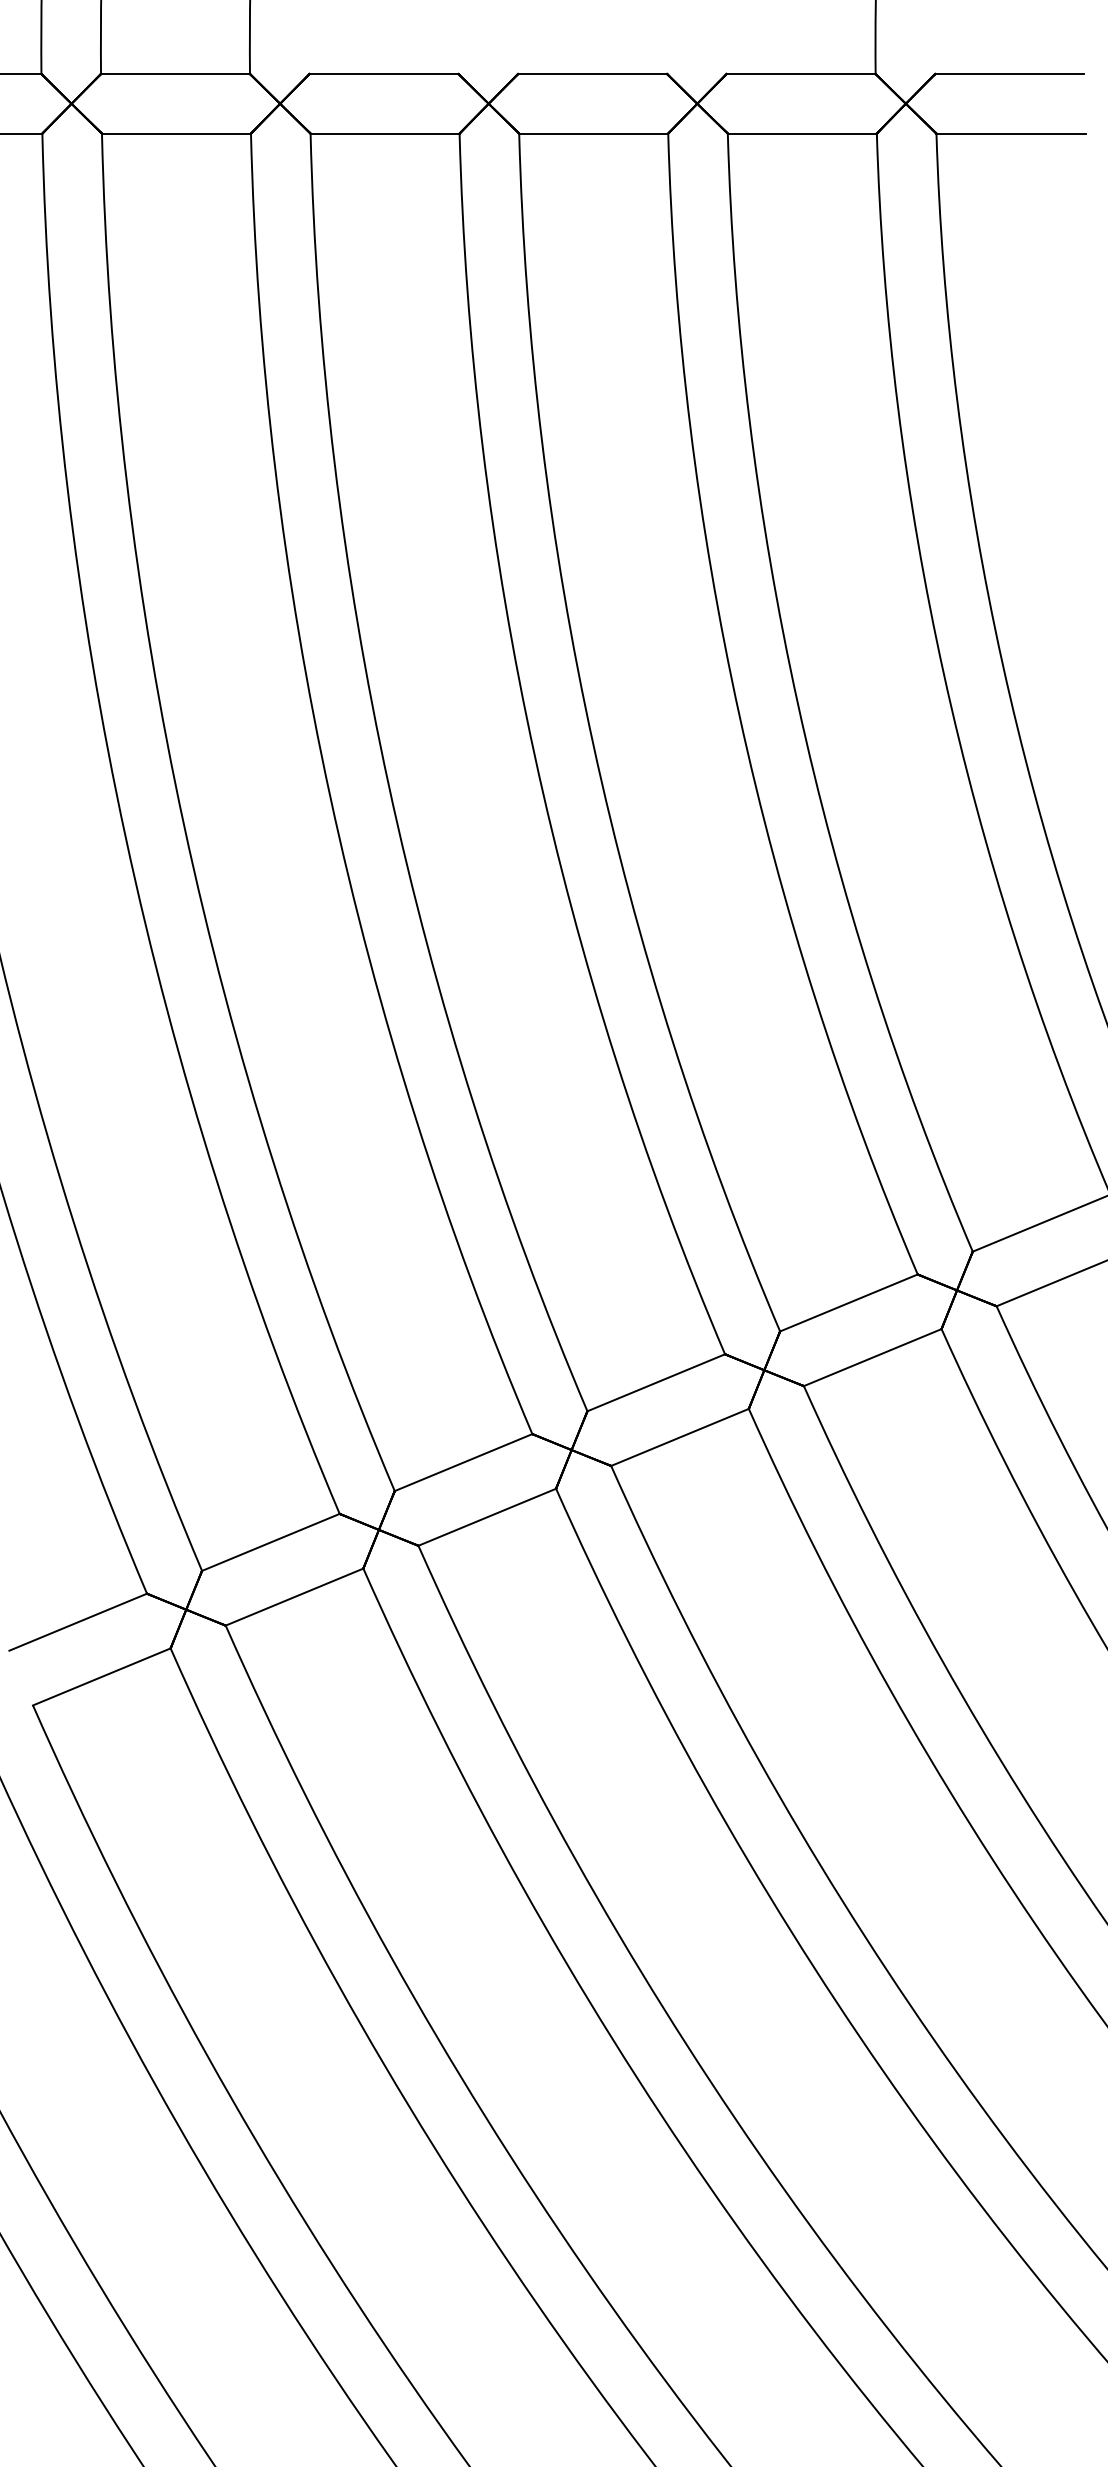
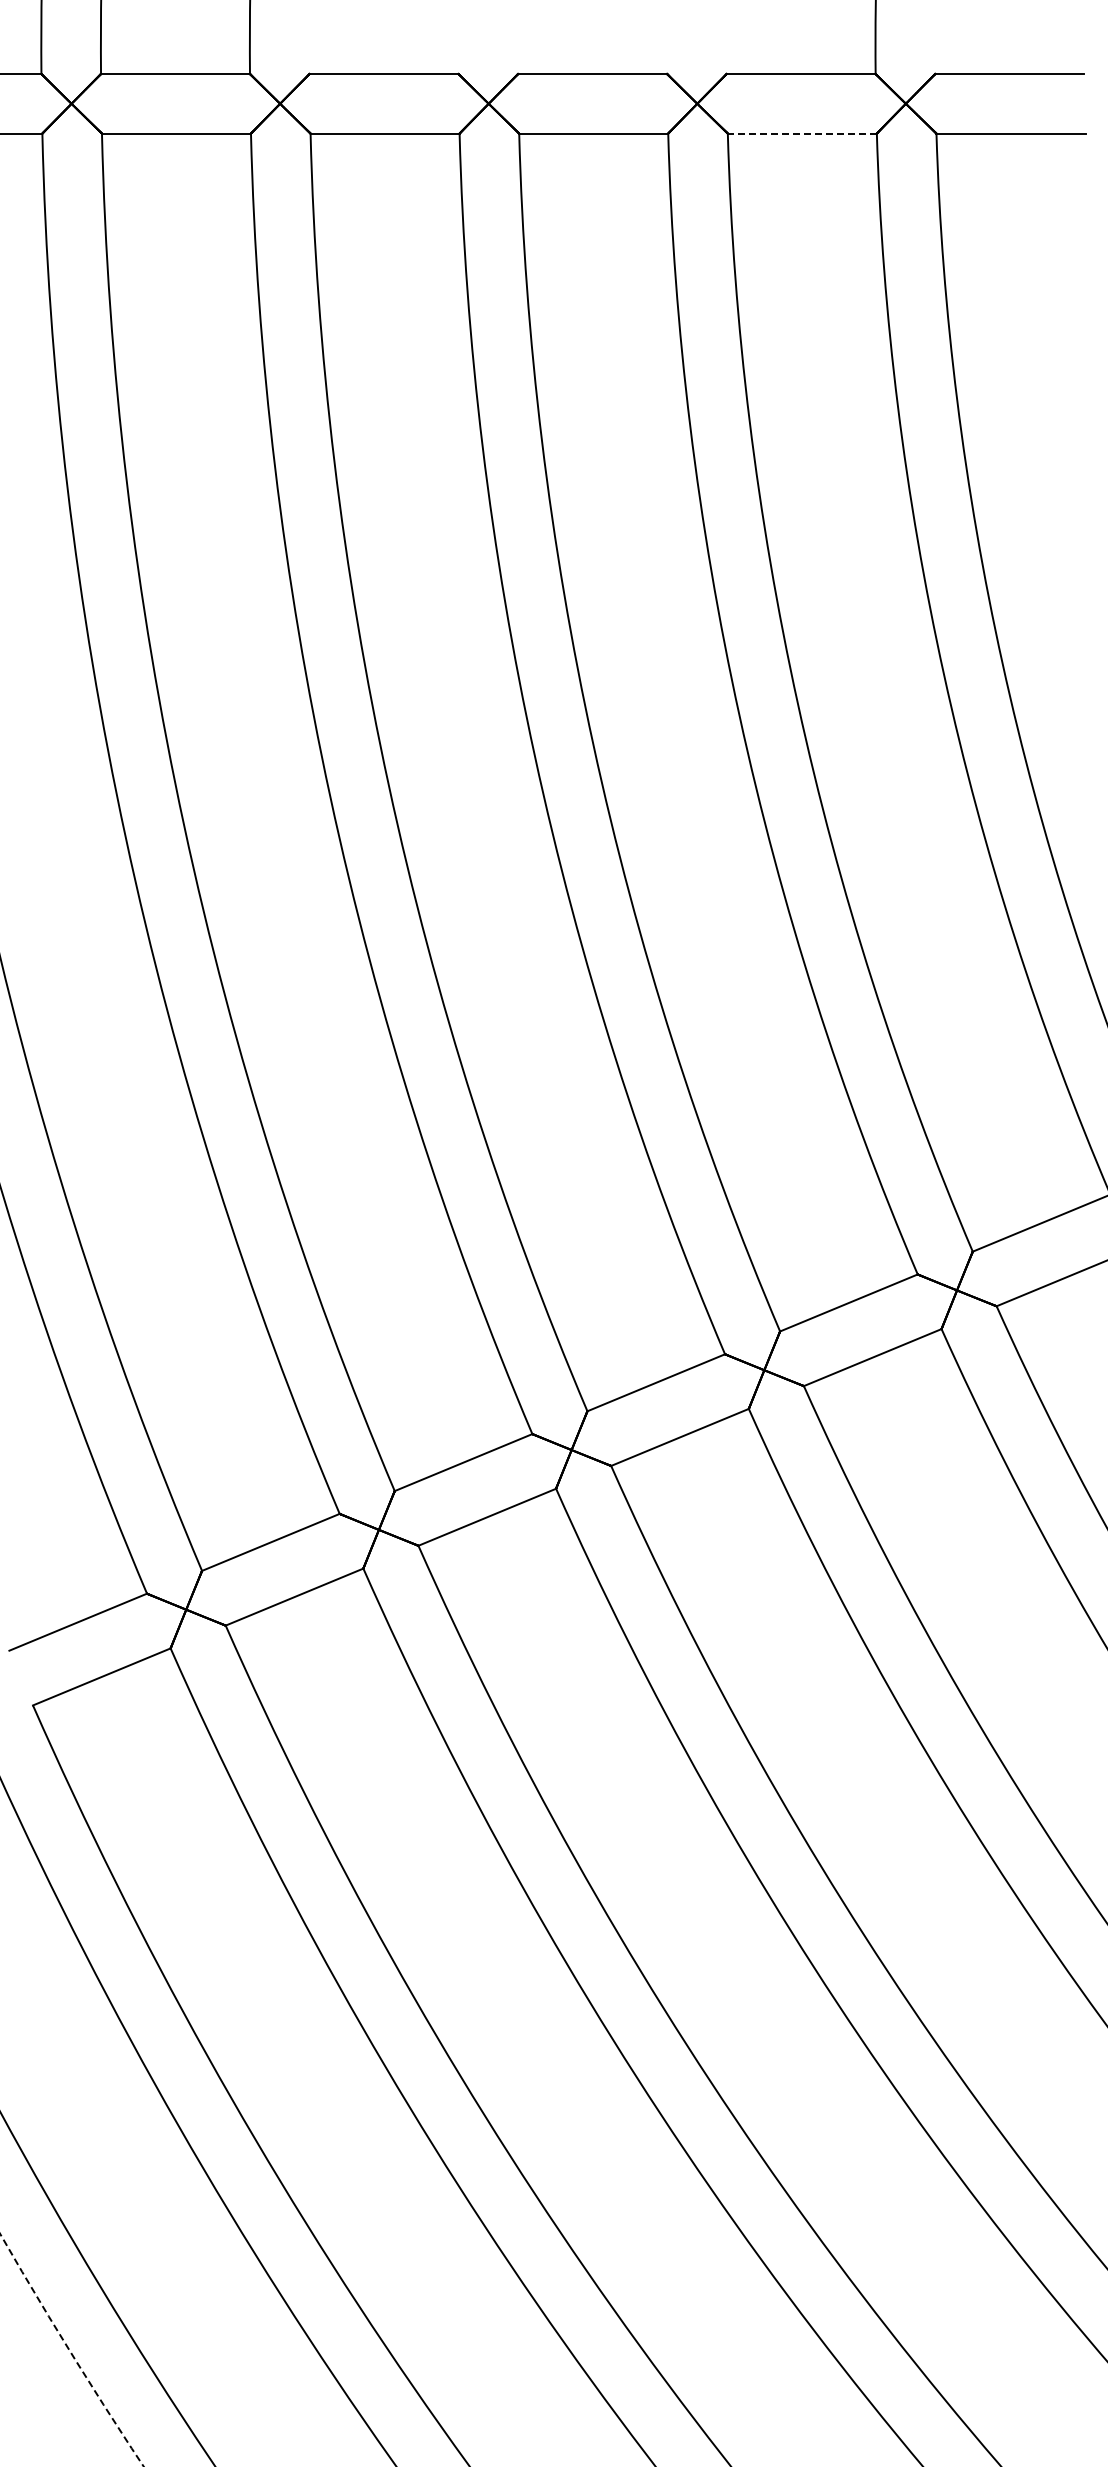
line at (802, 133): solid -> dashed
arc at (70, 2351): solid -> dashed
